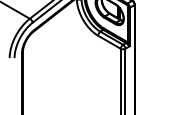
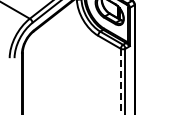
line at (120, 81): solid -> dashed
